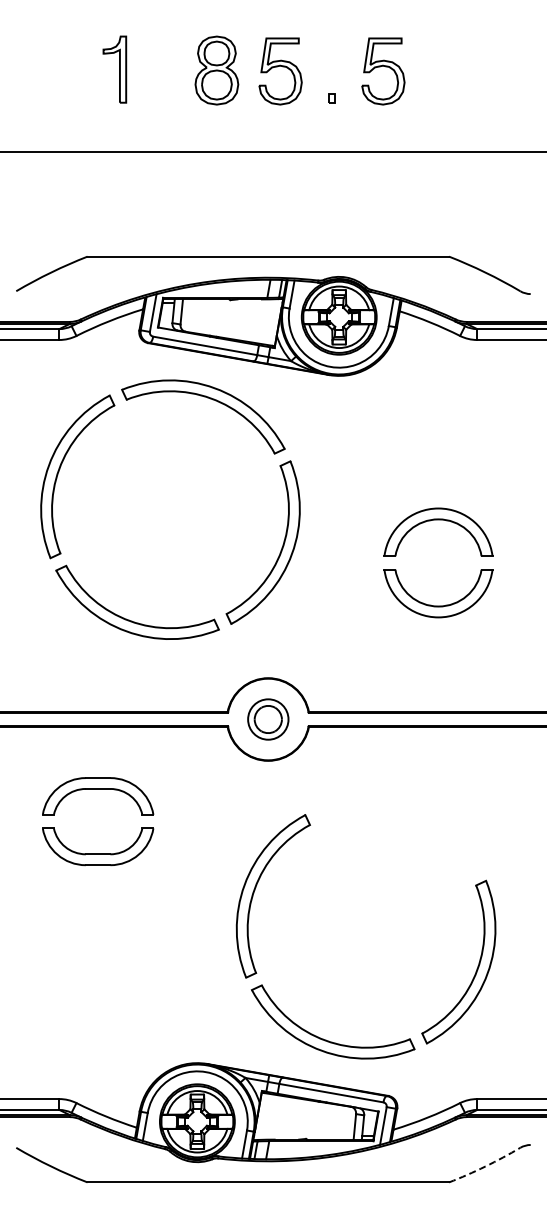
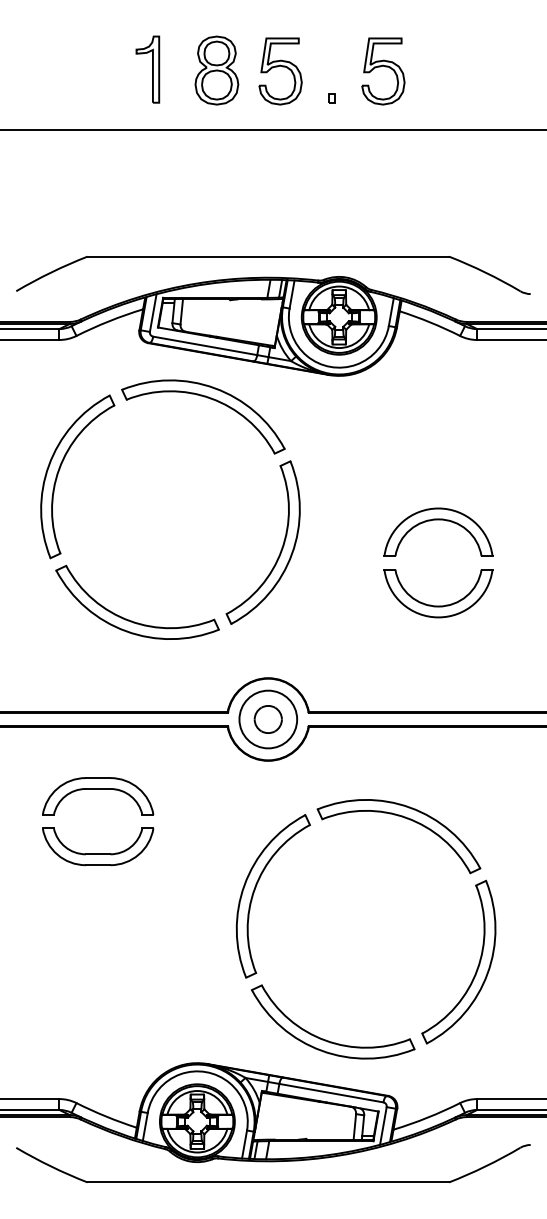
part at (114, 69) position: (114, 69) -> (147, 69)
line at (272, 151) position: (272, 151) -> (272, 129)
circle at (268, 719) diameter: 40 px -> 58 px
part at (404, 818): none -> present
arc at (485, 1166): dashed -> solid
